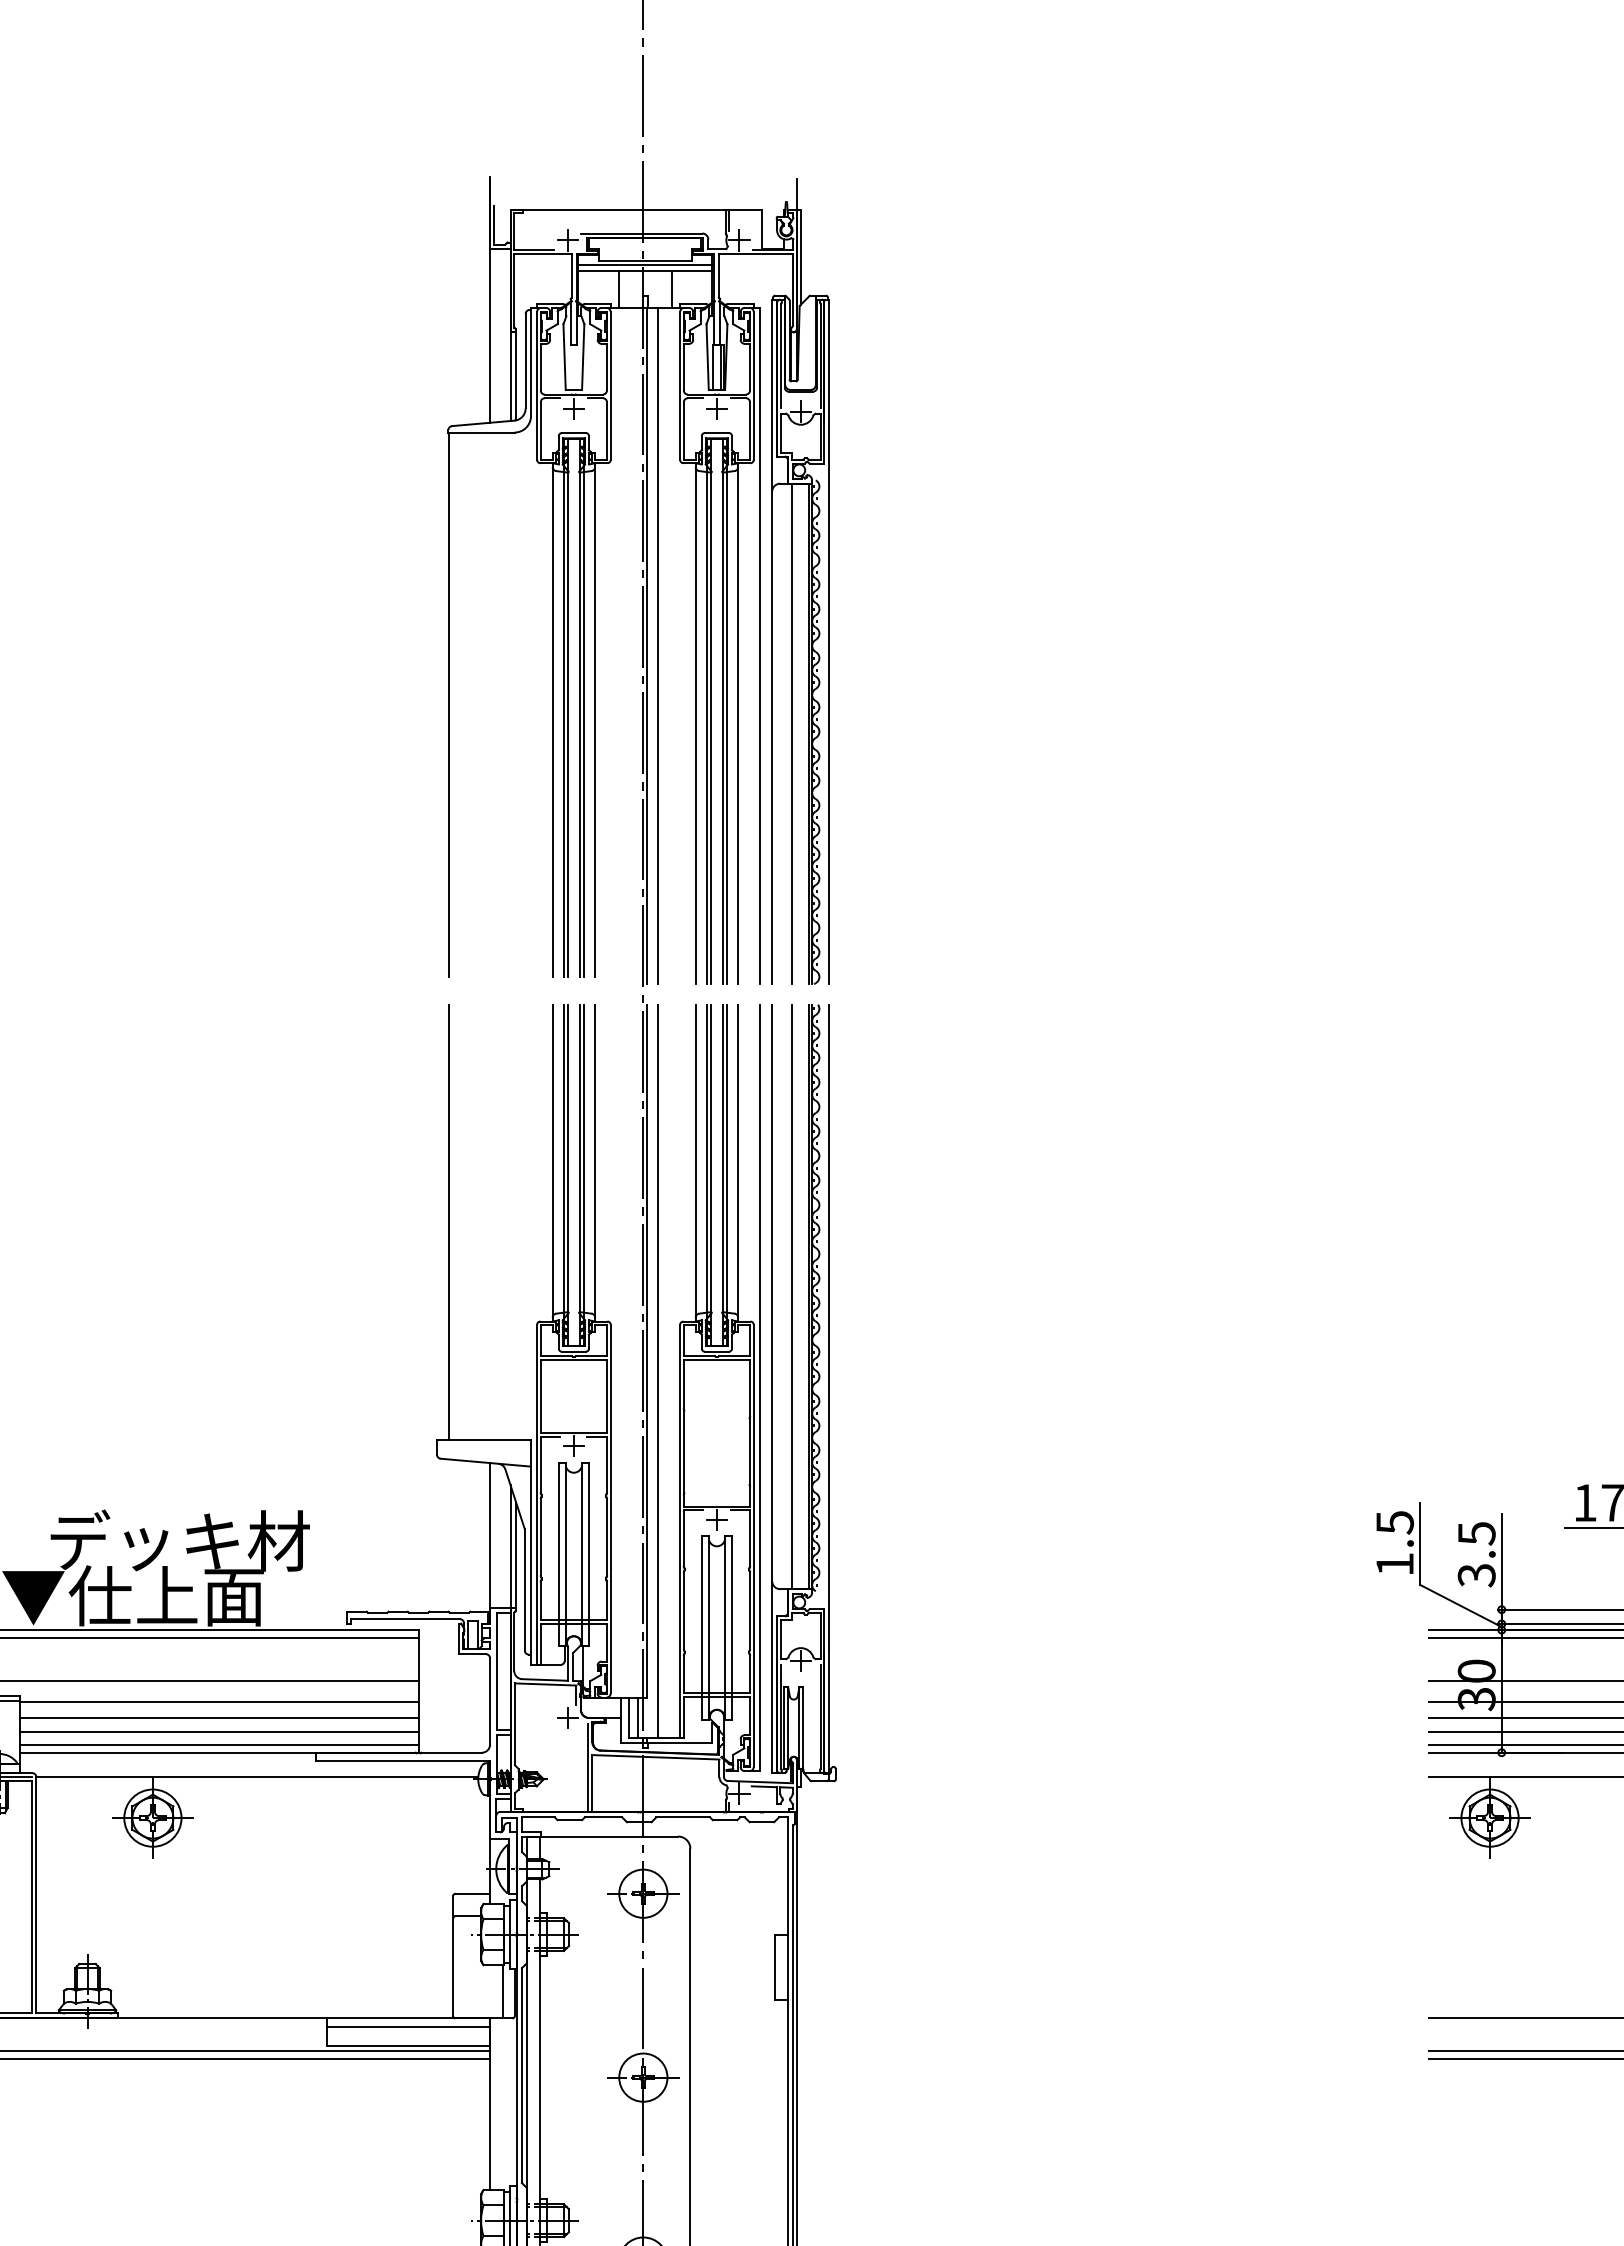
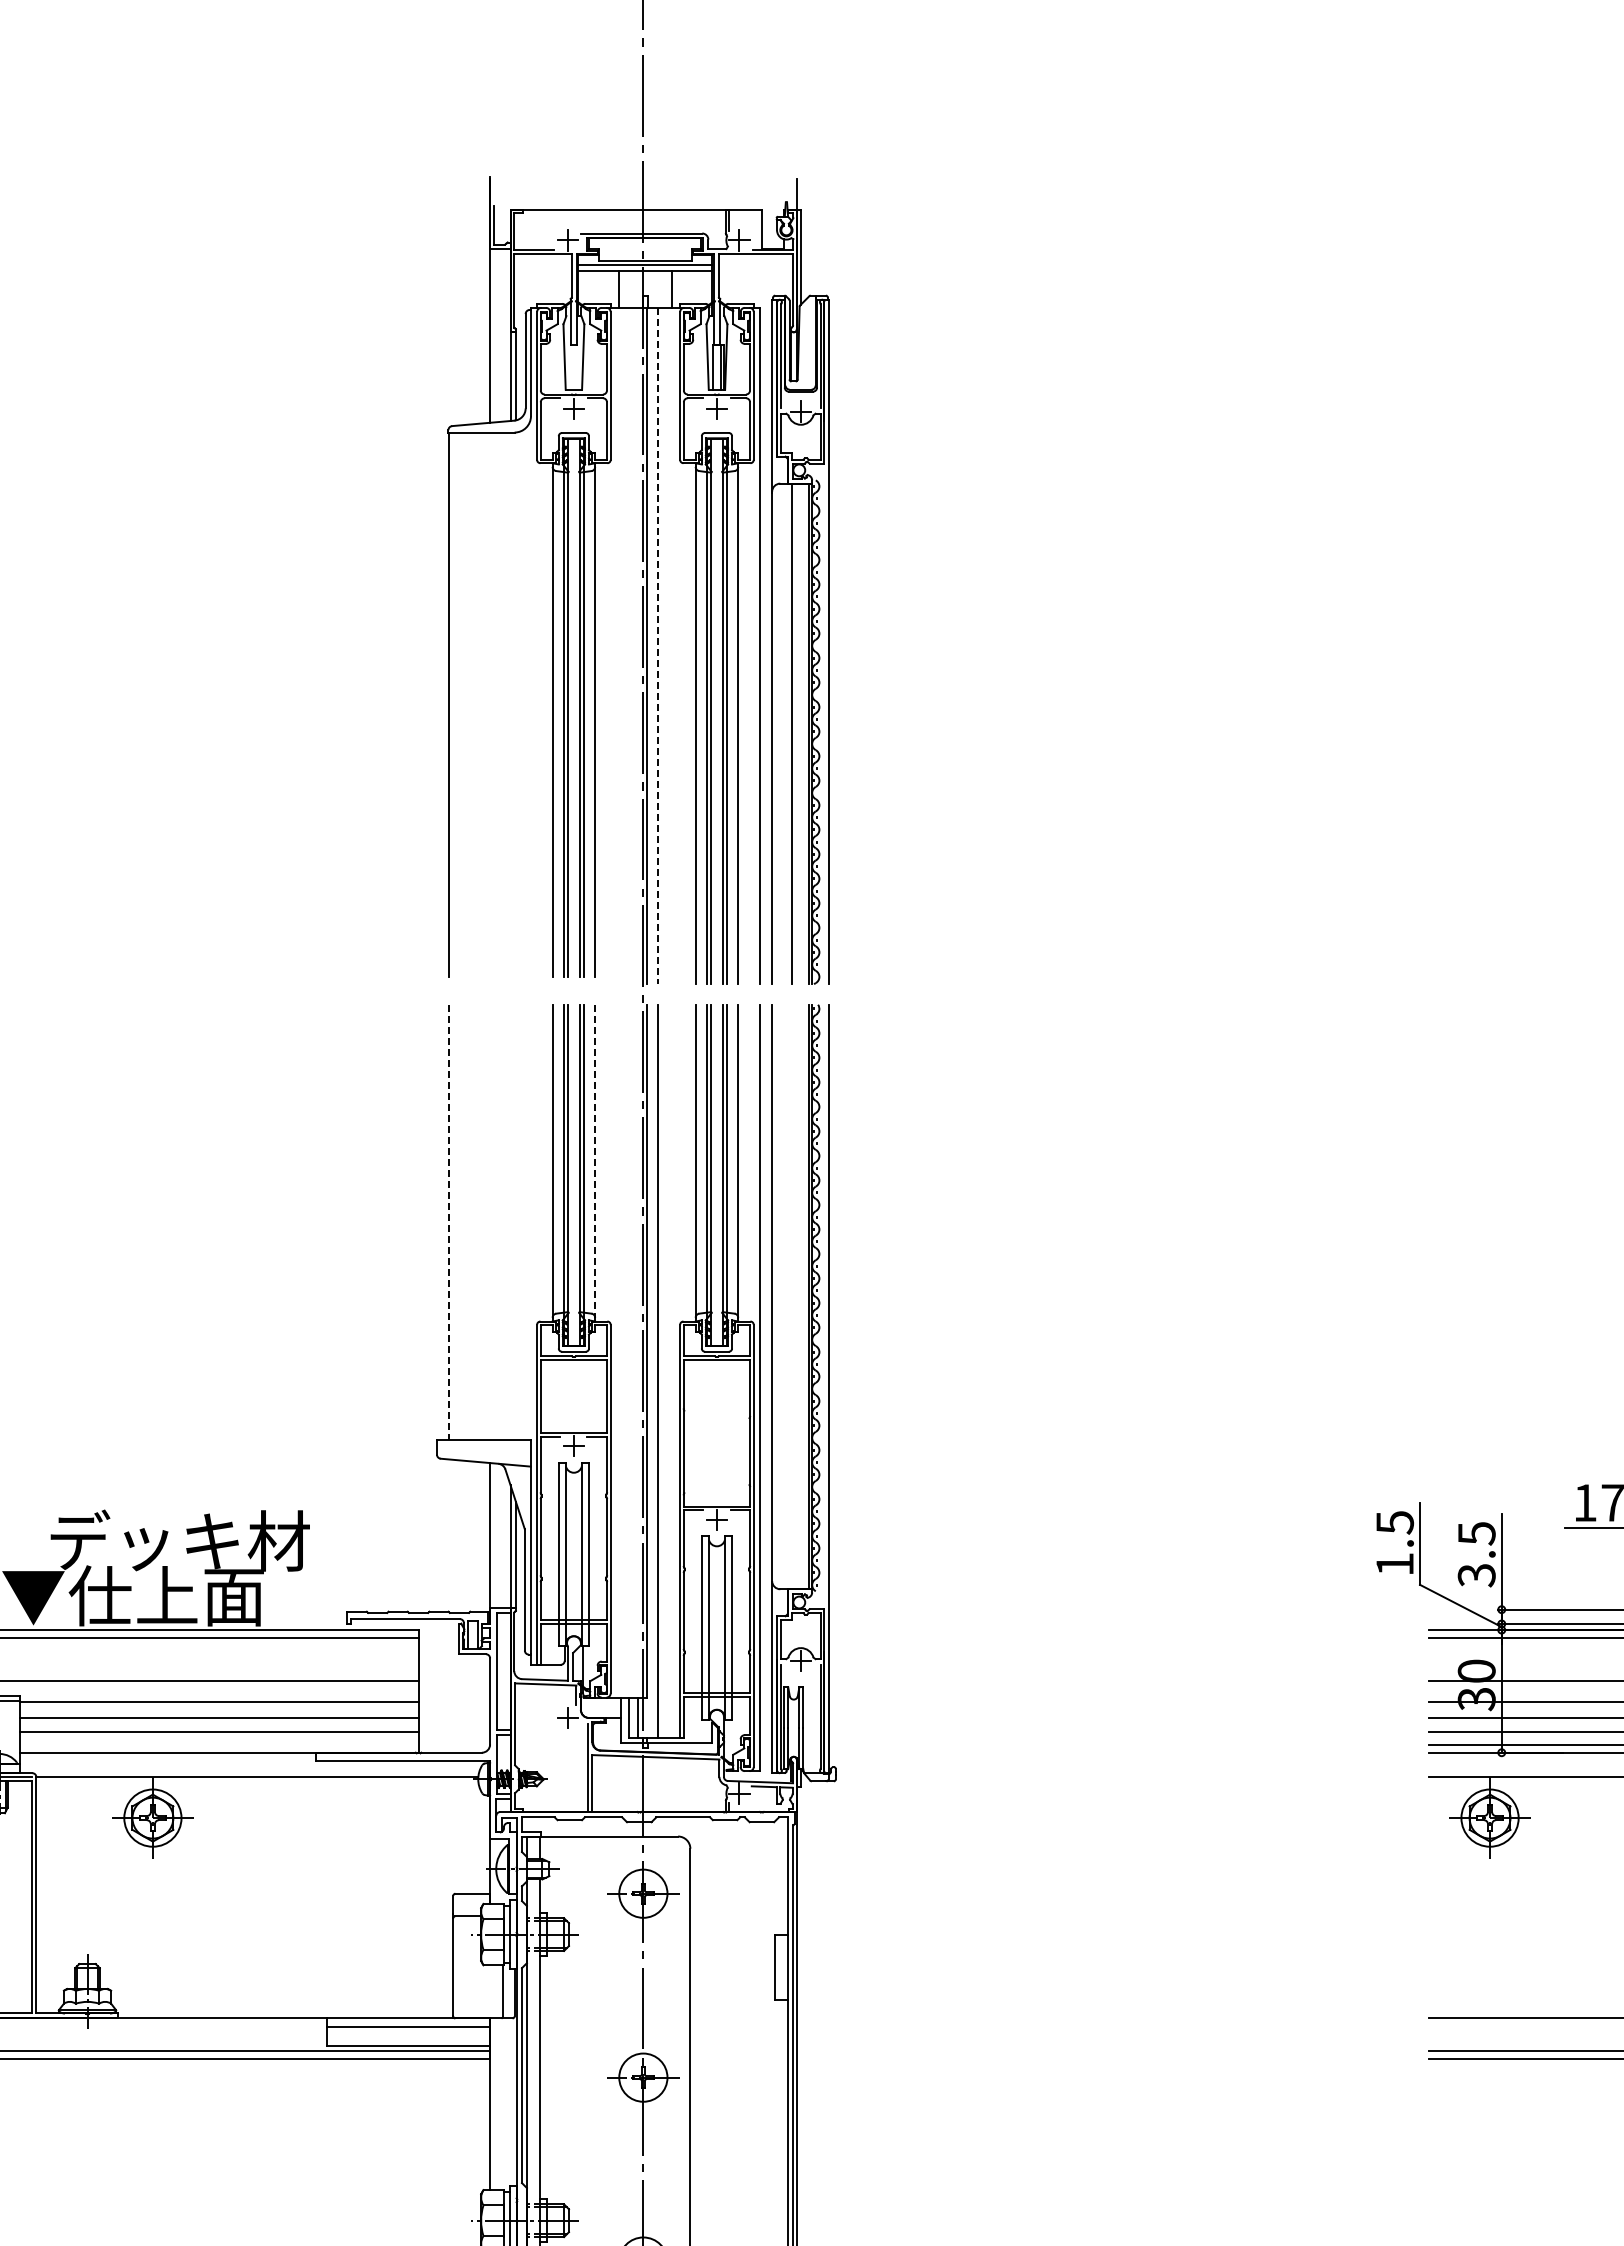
line at (657, 646): solid -> dashed
line at (595, 1161): solid -> dashed
line at (449, 1222): solid -> dashed
line at (791, 1296): present -> none
line at (219, 1744): present -> none
